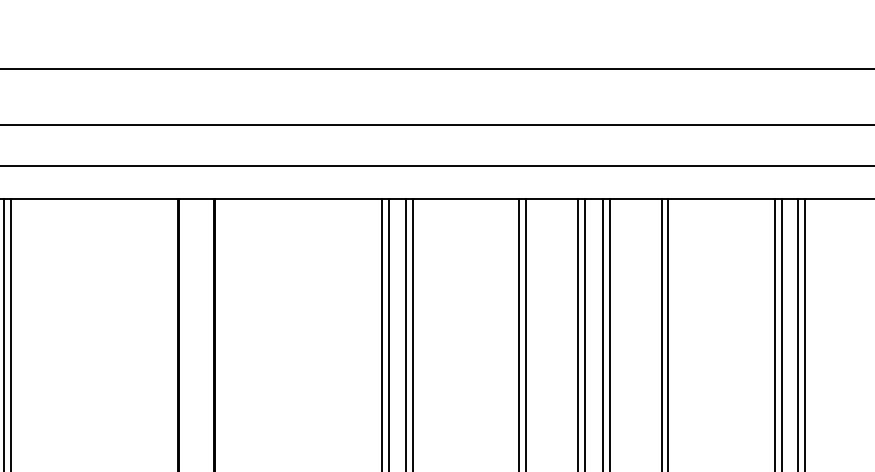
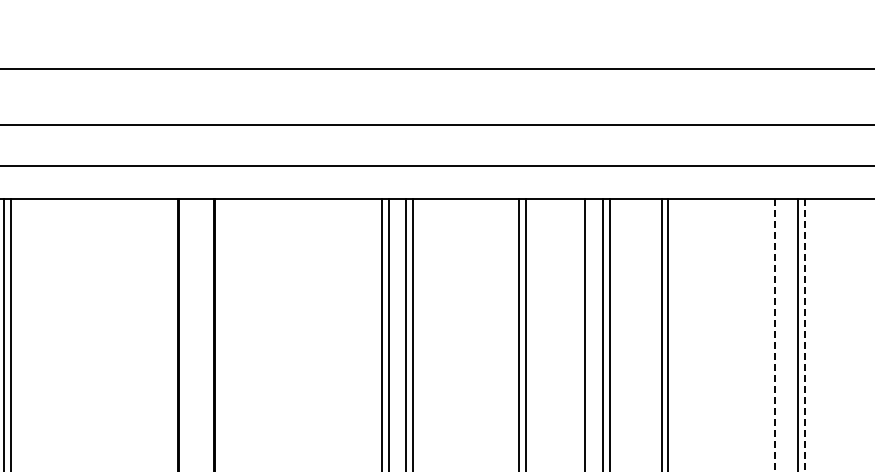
line at (577, 333): present -> none
line at (781, 333): present -> none
line at (774, 335): solid -> dashed
line at (805, 335): solid -> dashed
